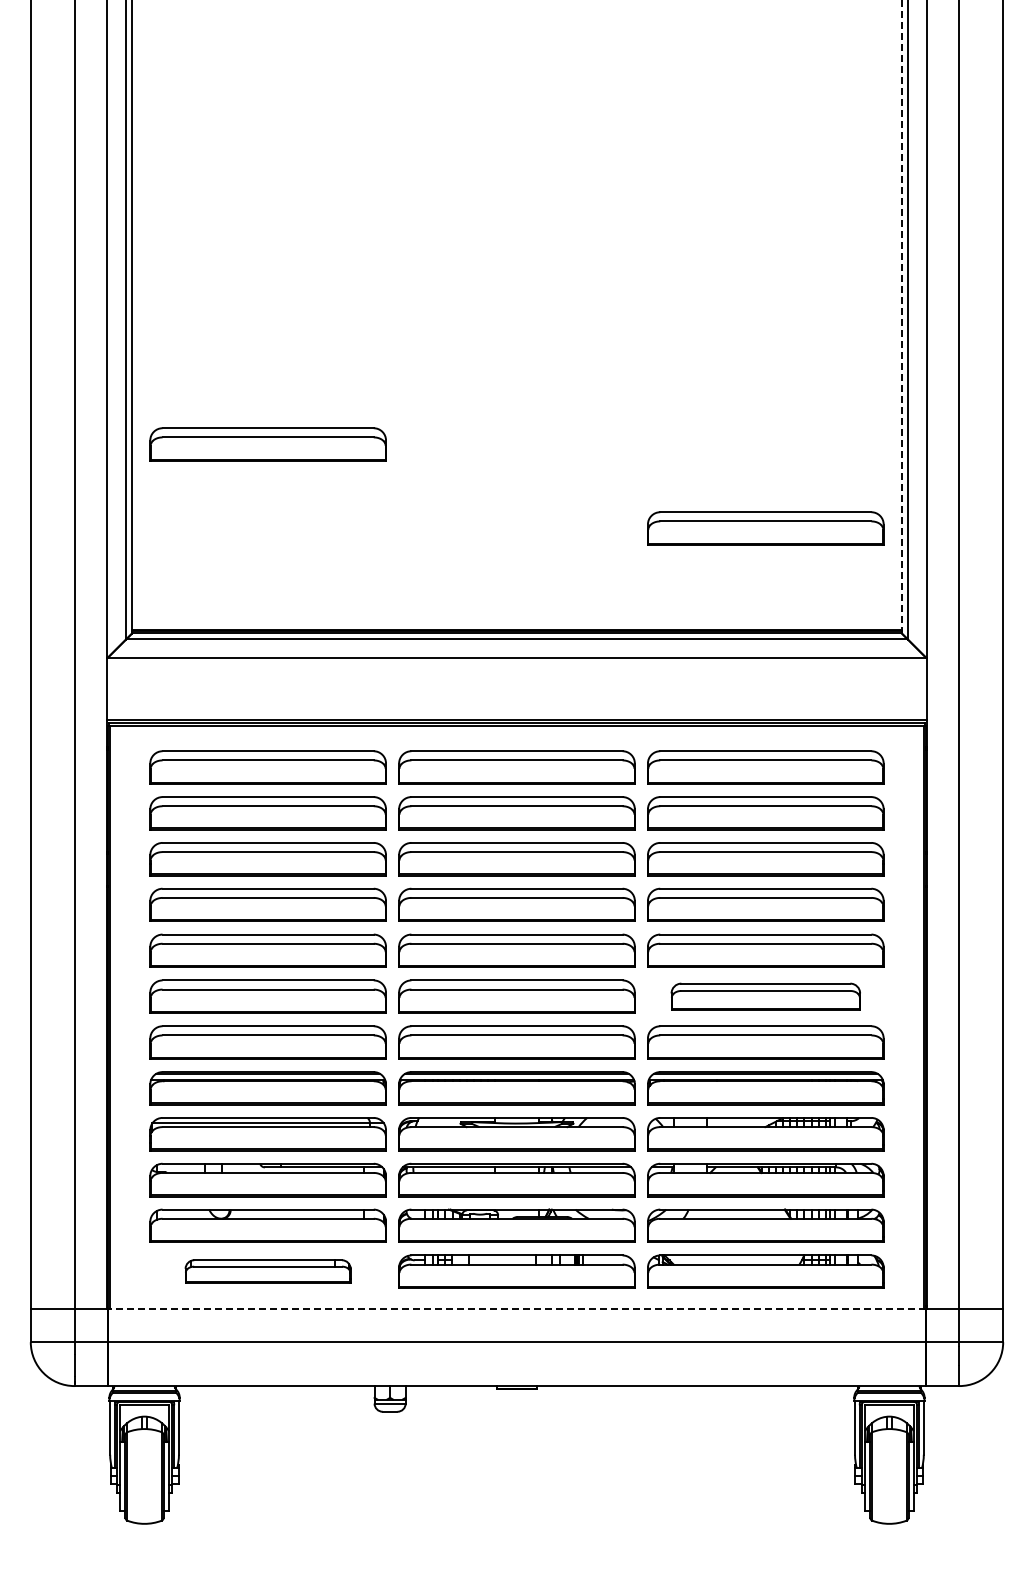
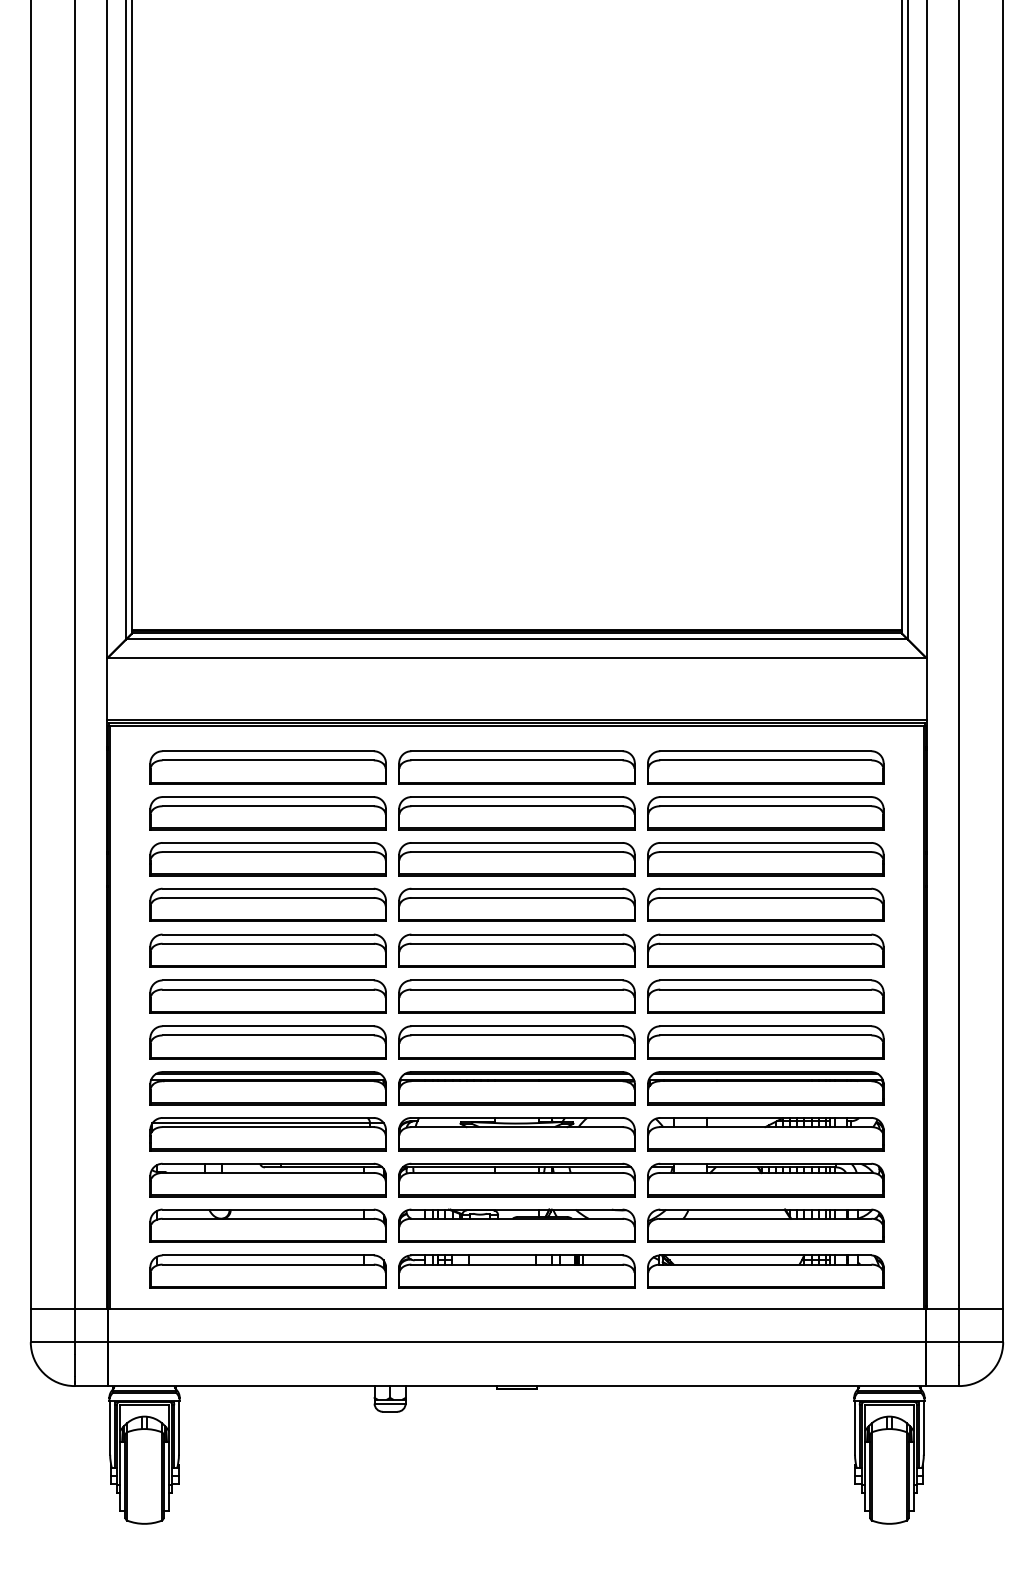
line at (902, 316): dashed -> solid
part at (267, 444): present -> none
part at (765, 528): present -> none
part at (765, 996) size: 191x29 px -> 238x35 px
part at (267, 1271) size: 168x25 px -> 238x35 px
line at (516, 1309): dashed -> solid
